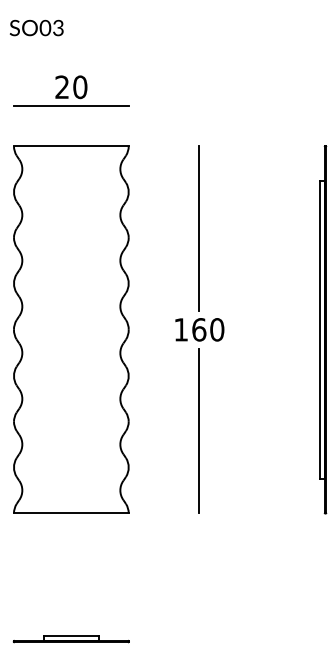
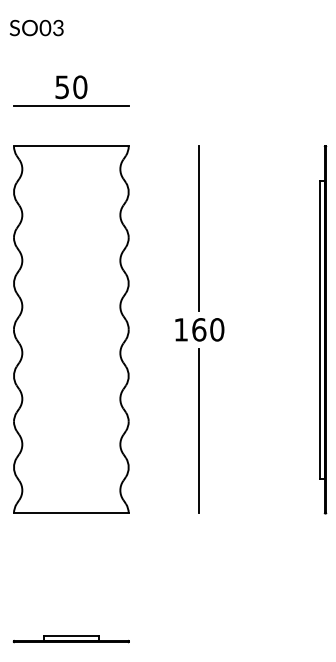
text at (61, 87): 20 -> 50
